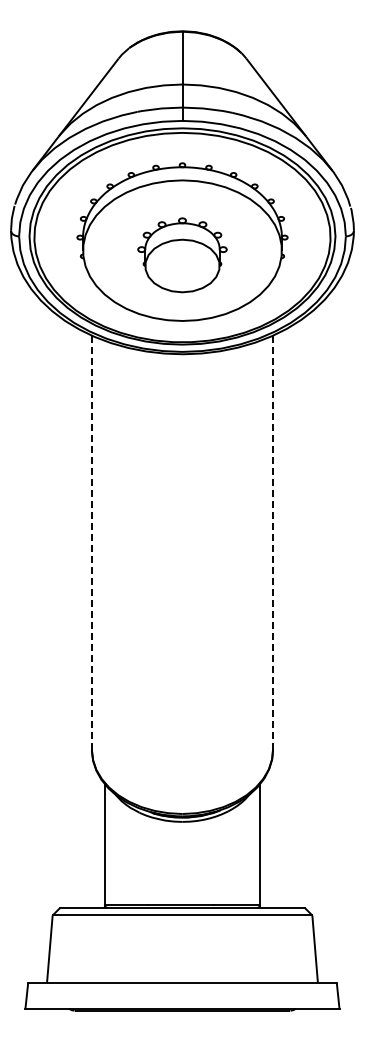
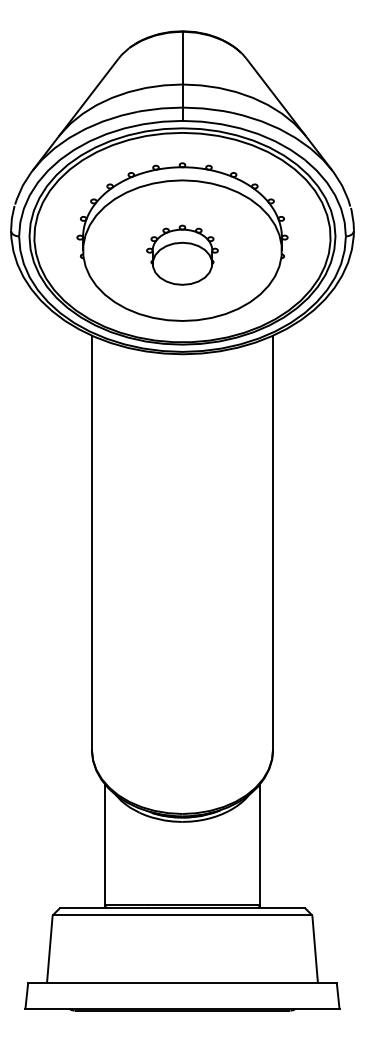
part at (182, 255) size: 91x77 px -> 73x62 px
line at (273, 542): dashed -> solid
line at (91, 543): dashed -> solid
